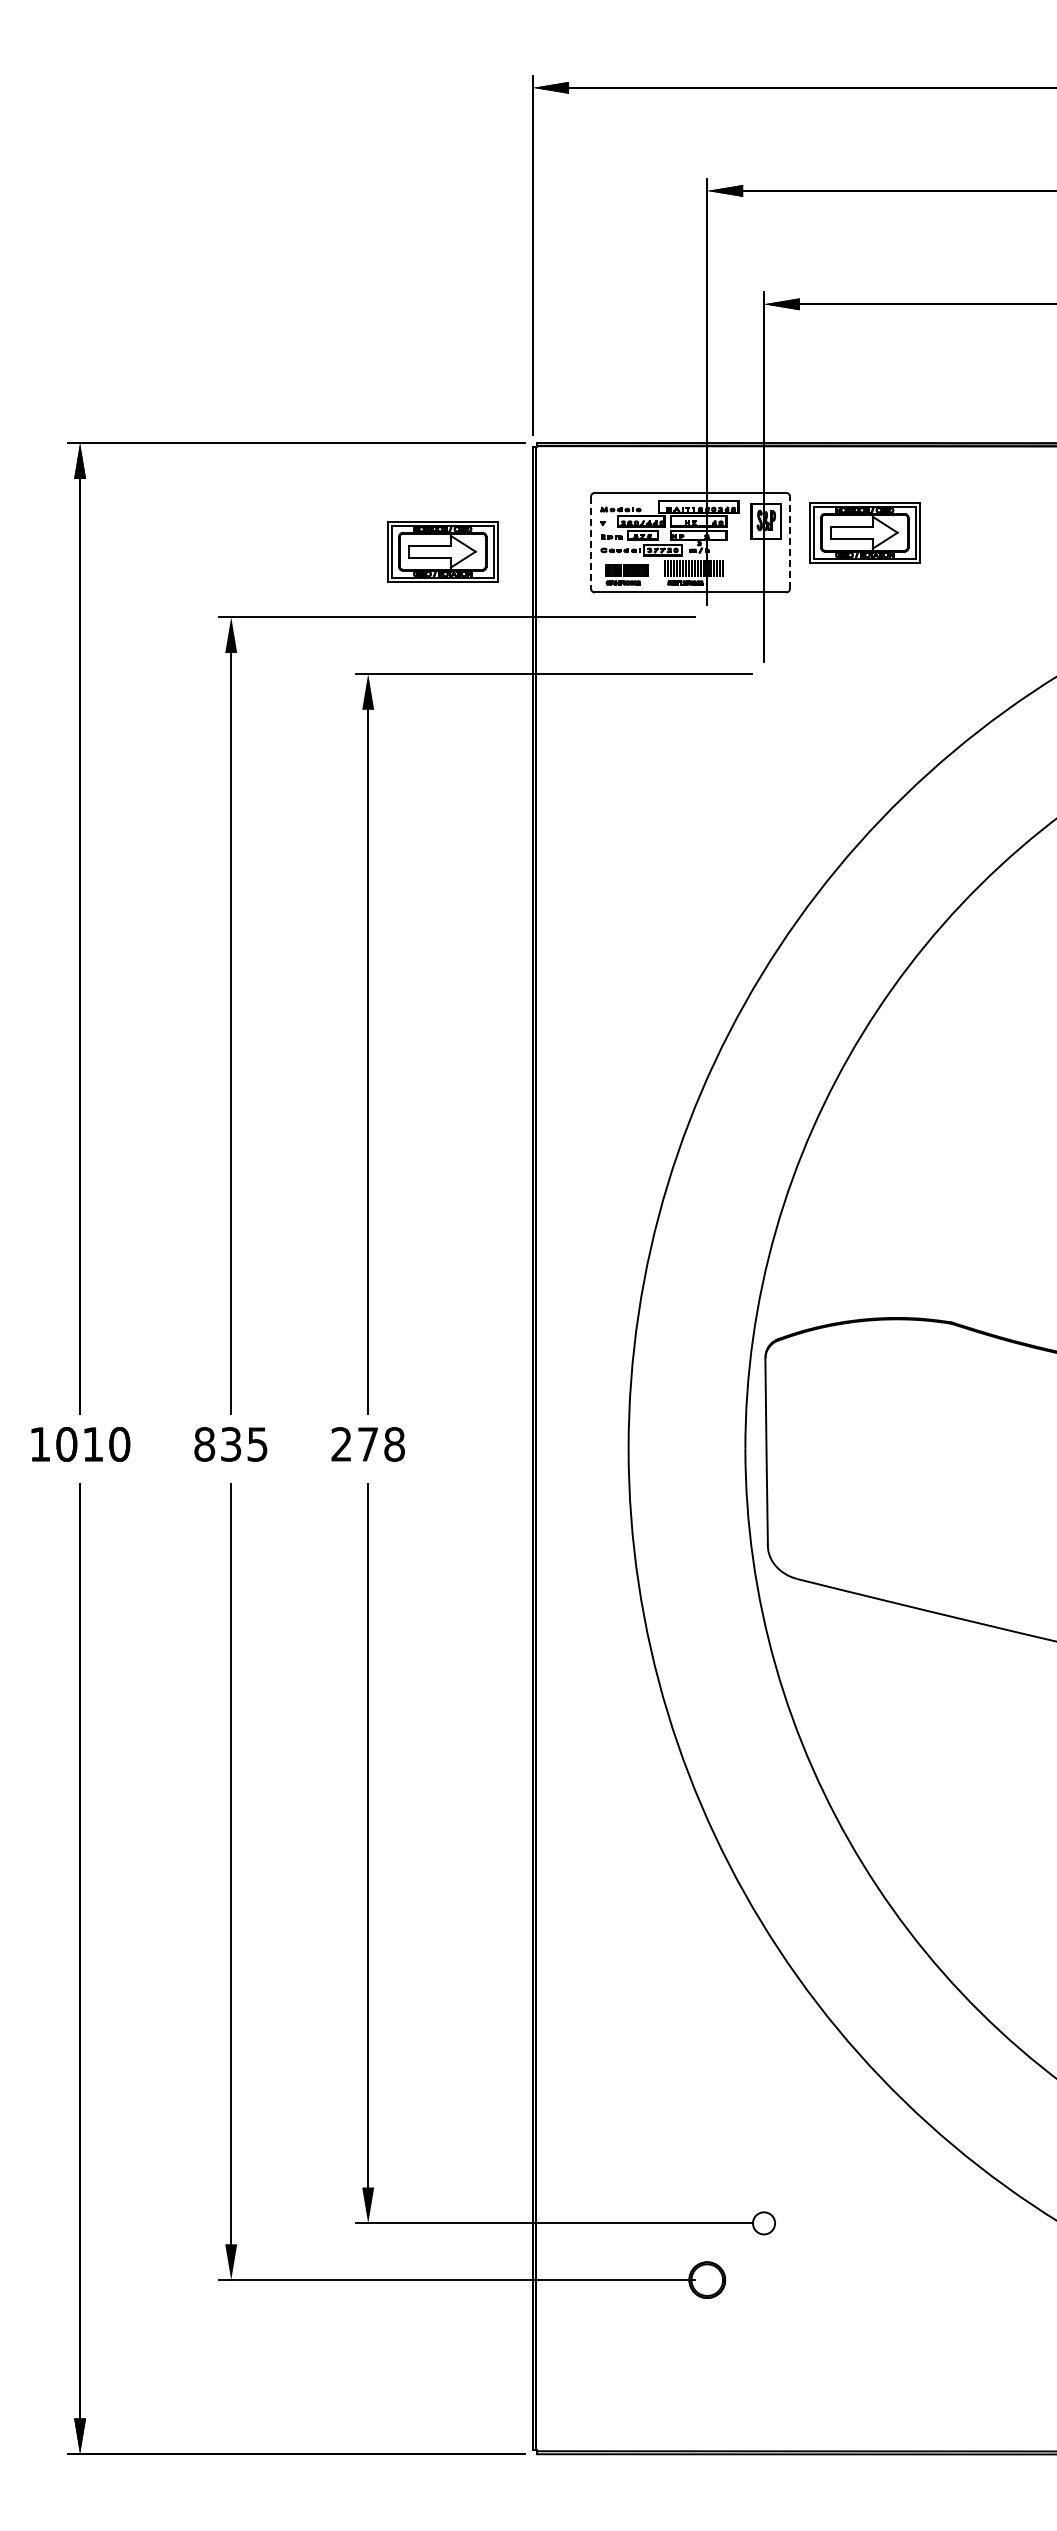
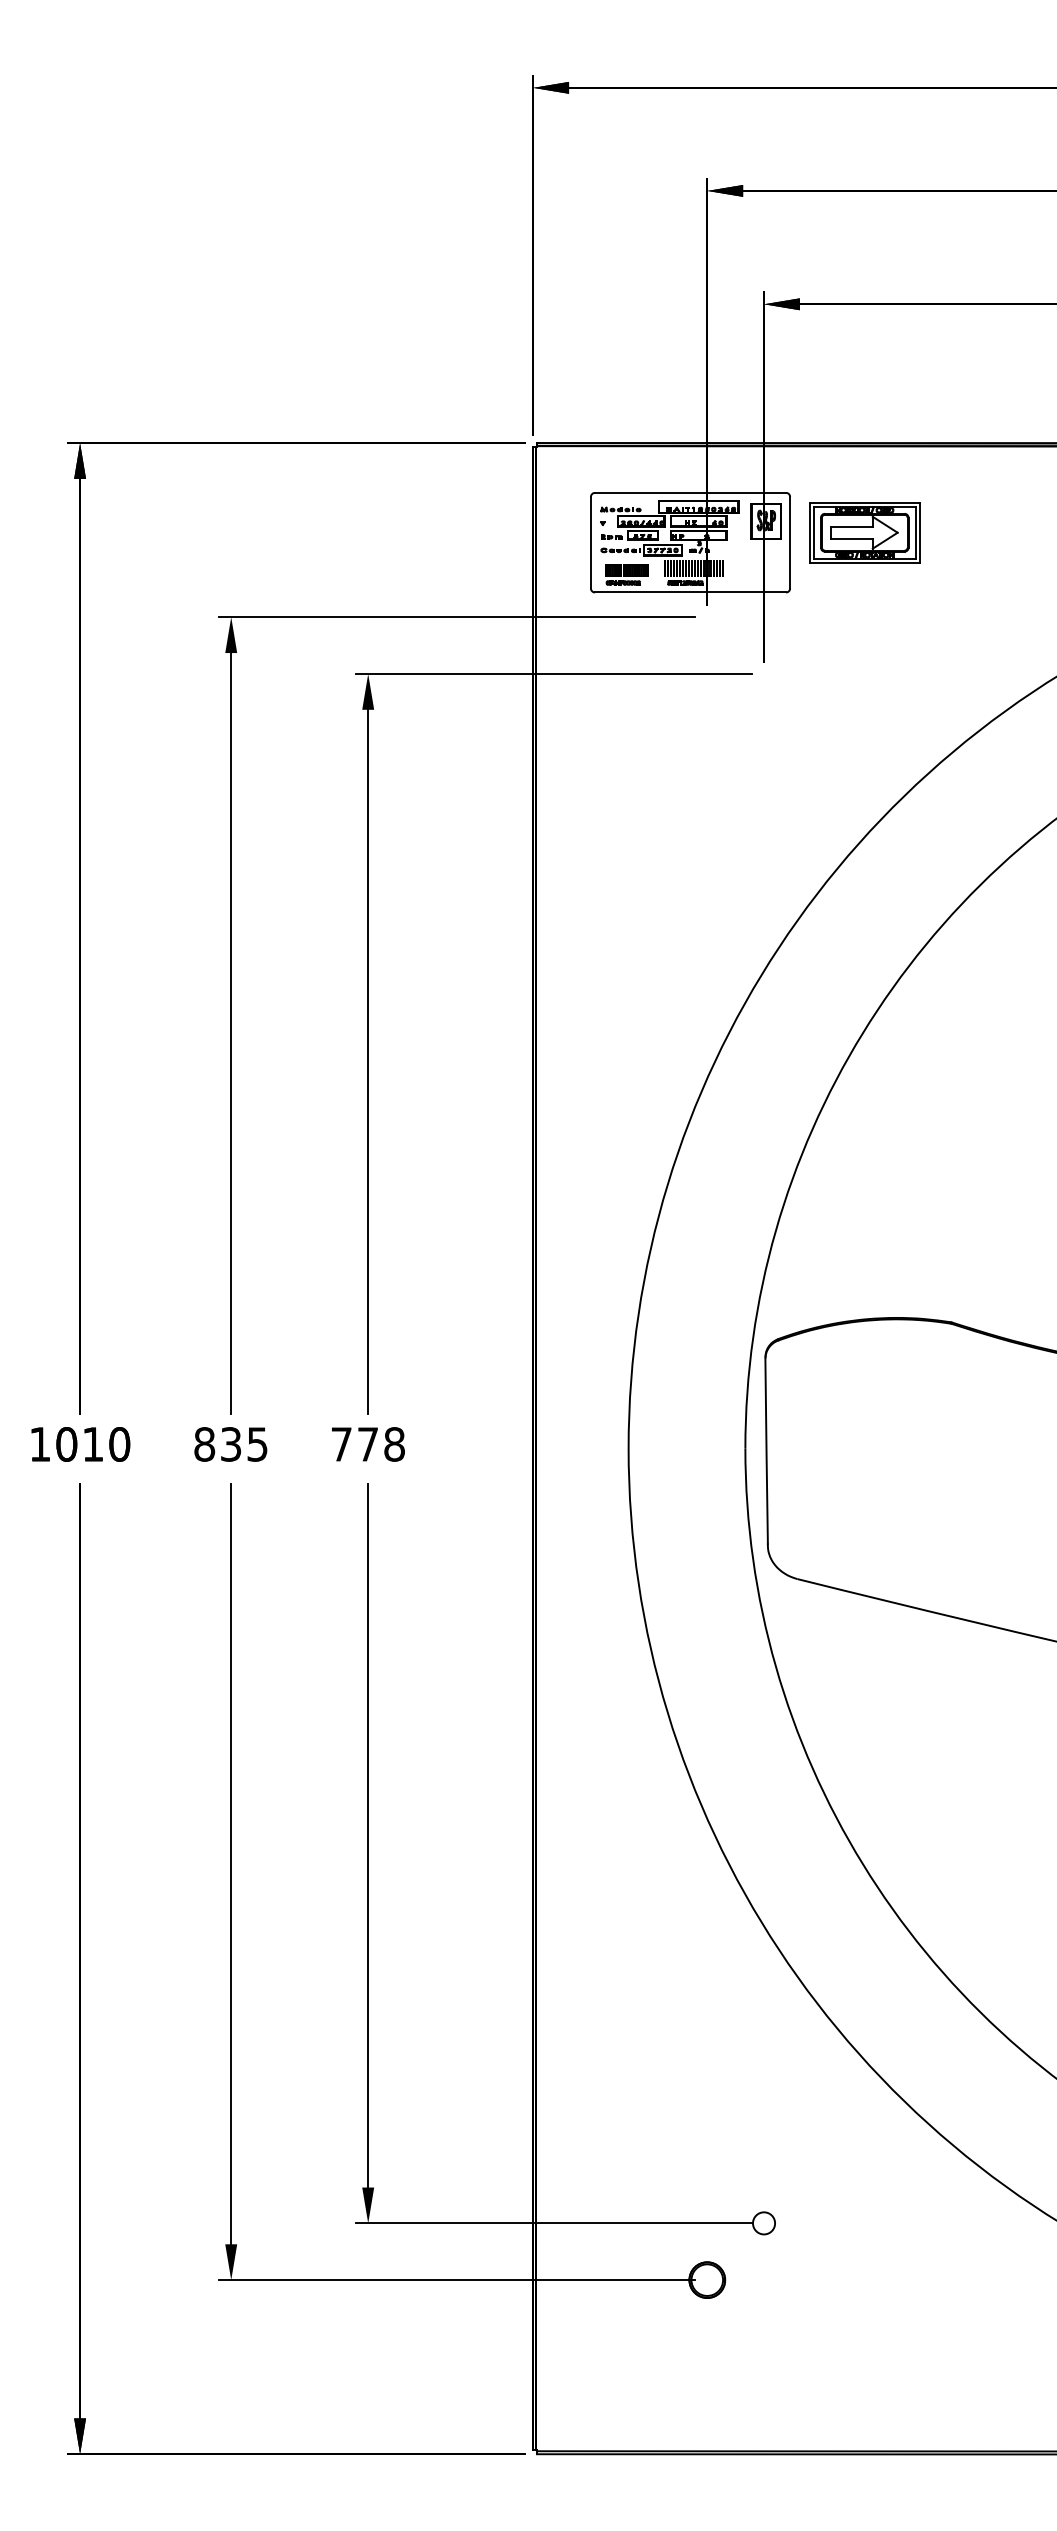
line at (590, 542): dashed -> solid
line at (790, 542): dashed -> solid
part at (442, 551): present -> none
text at (341, 1444): 278 -> 778
